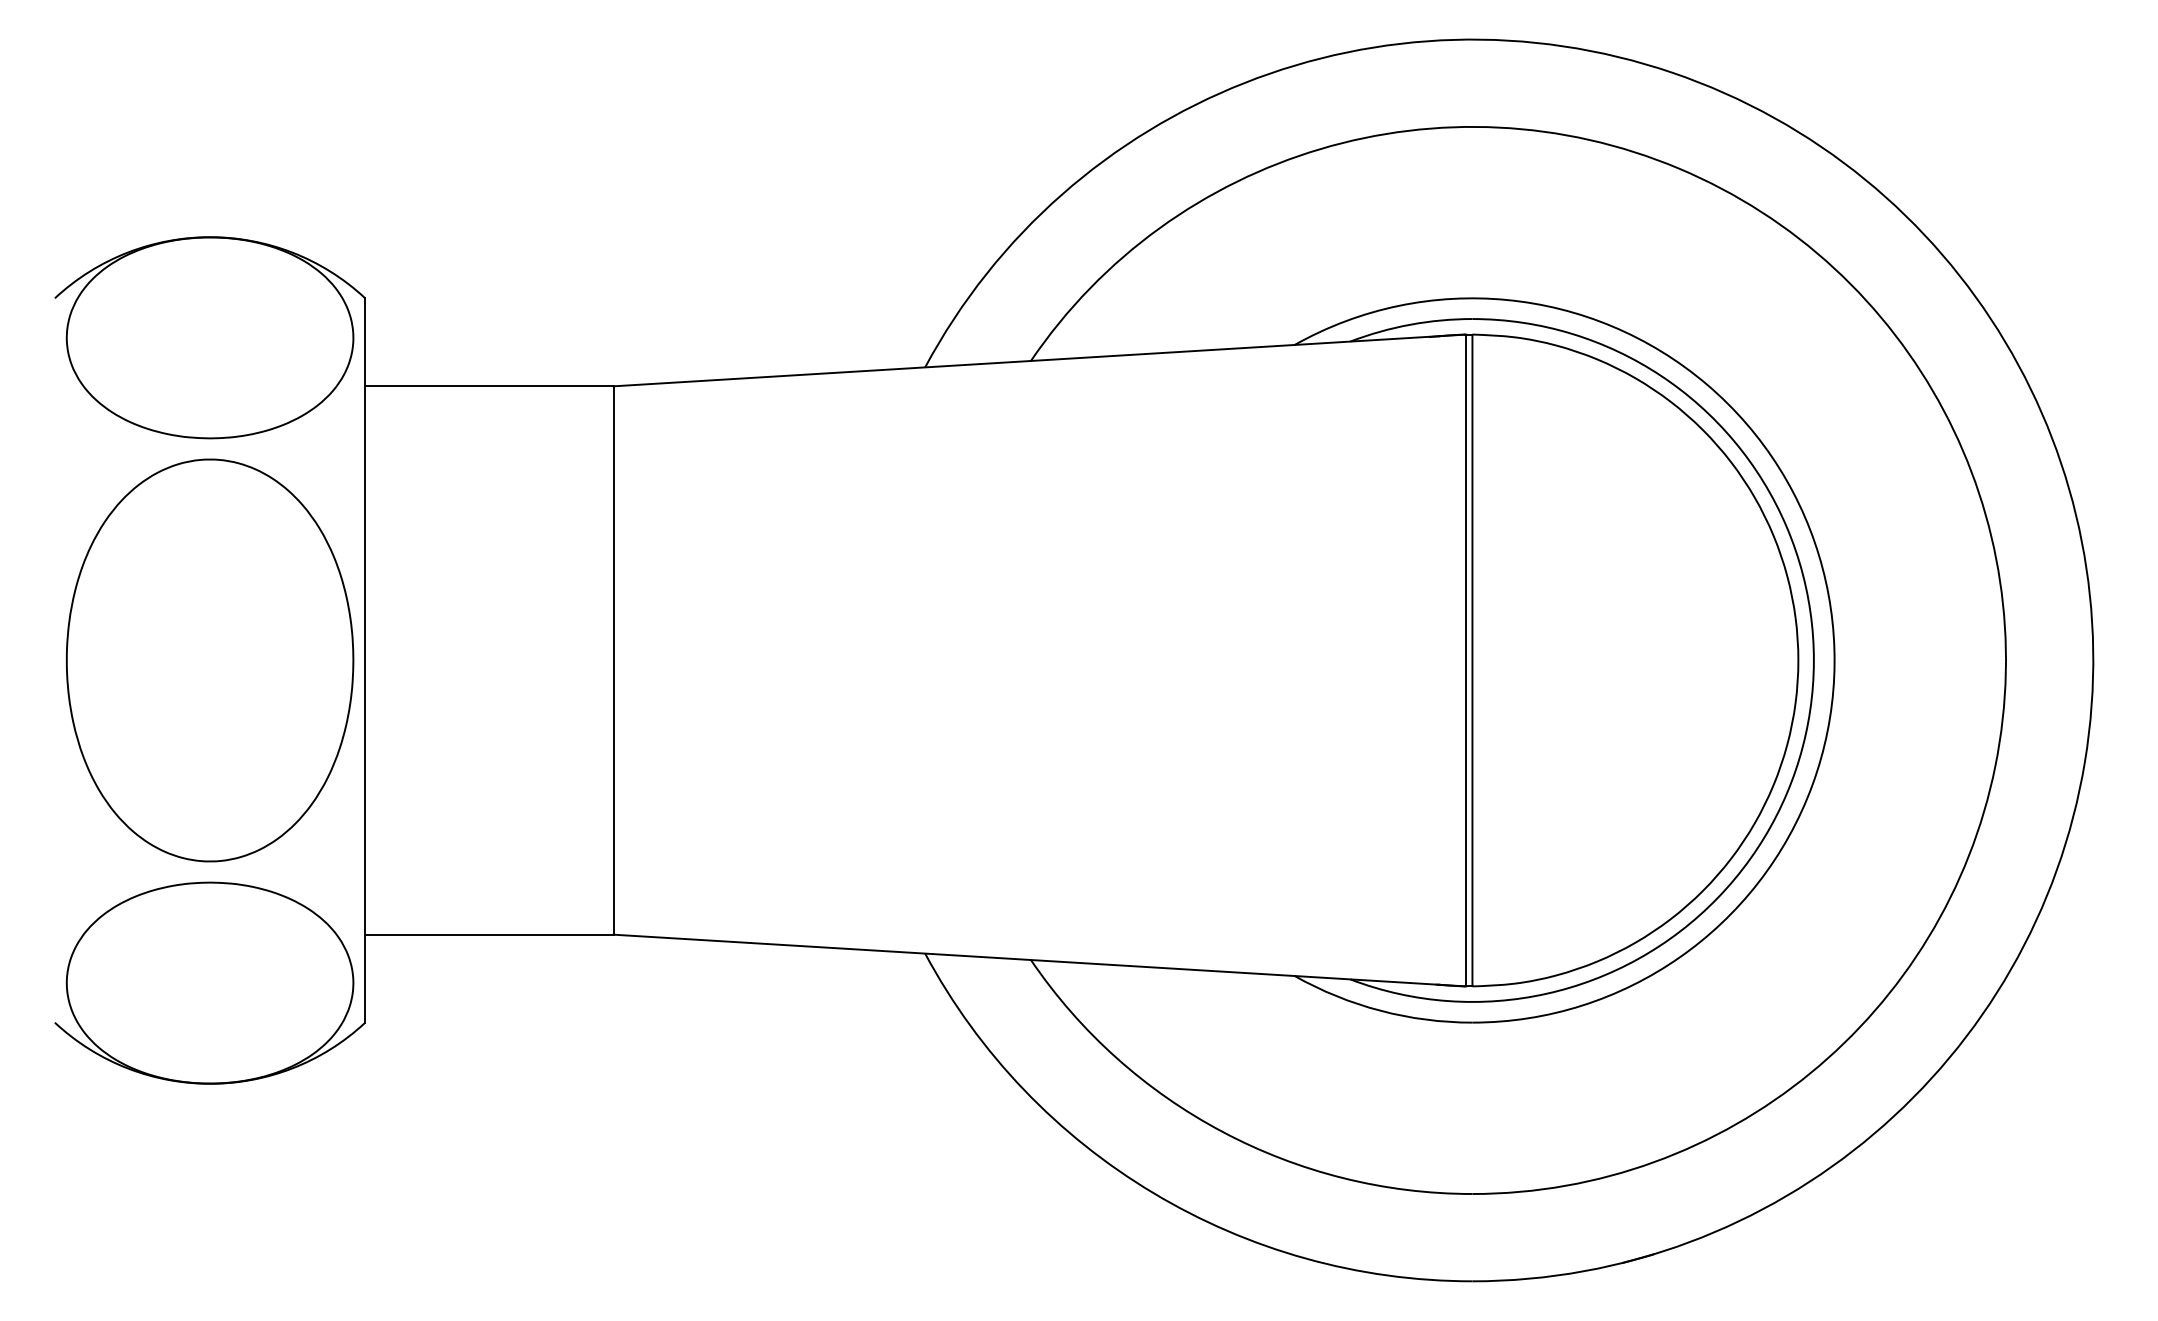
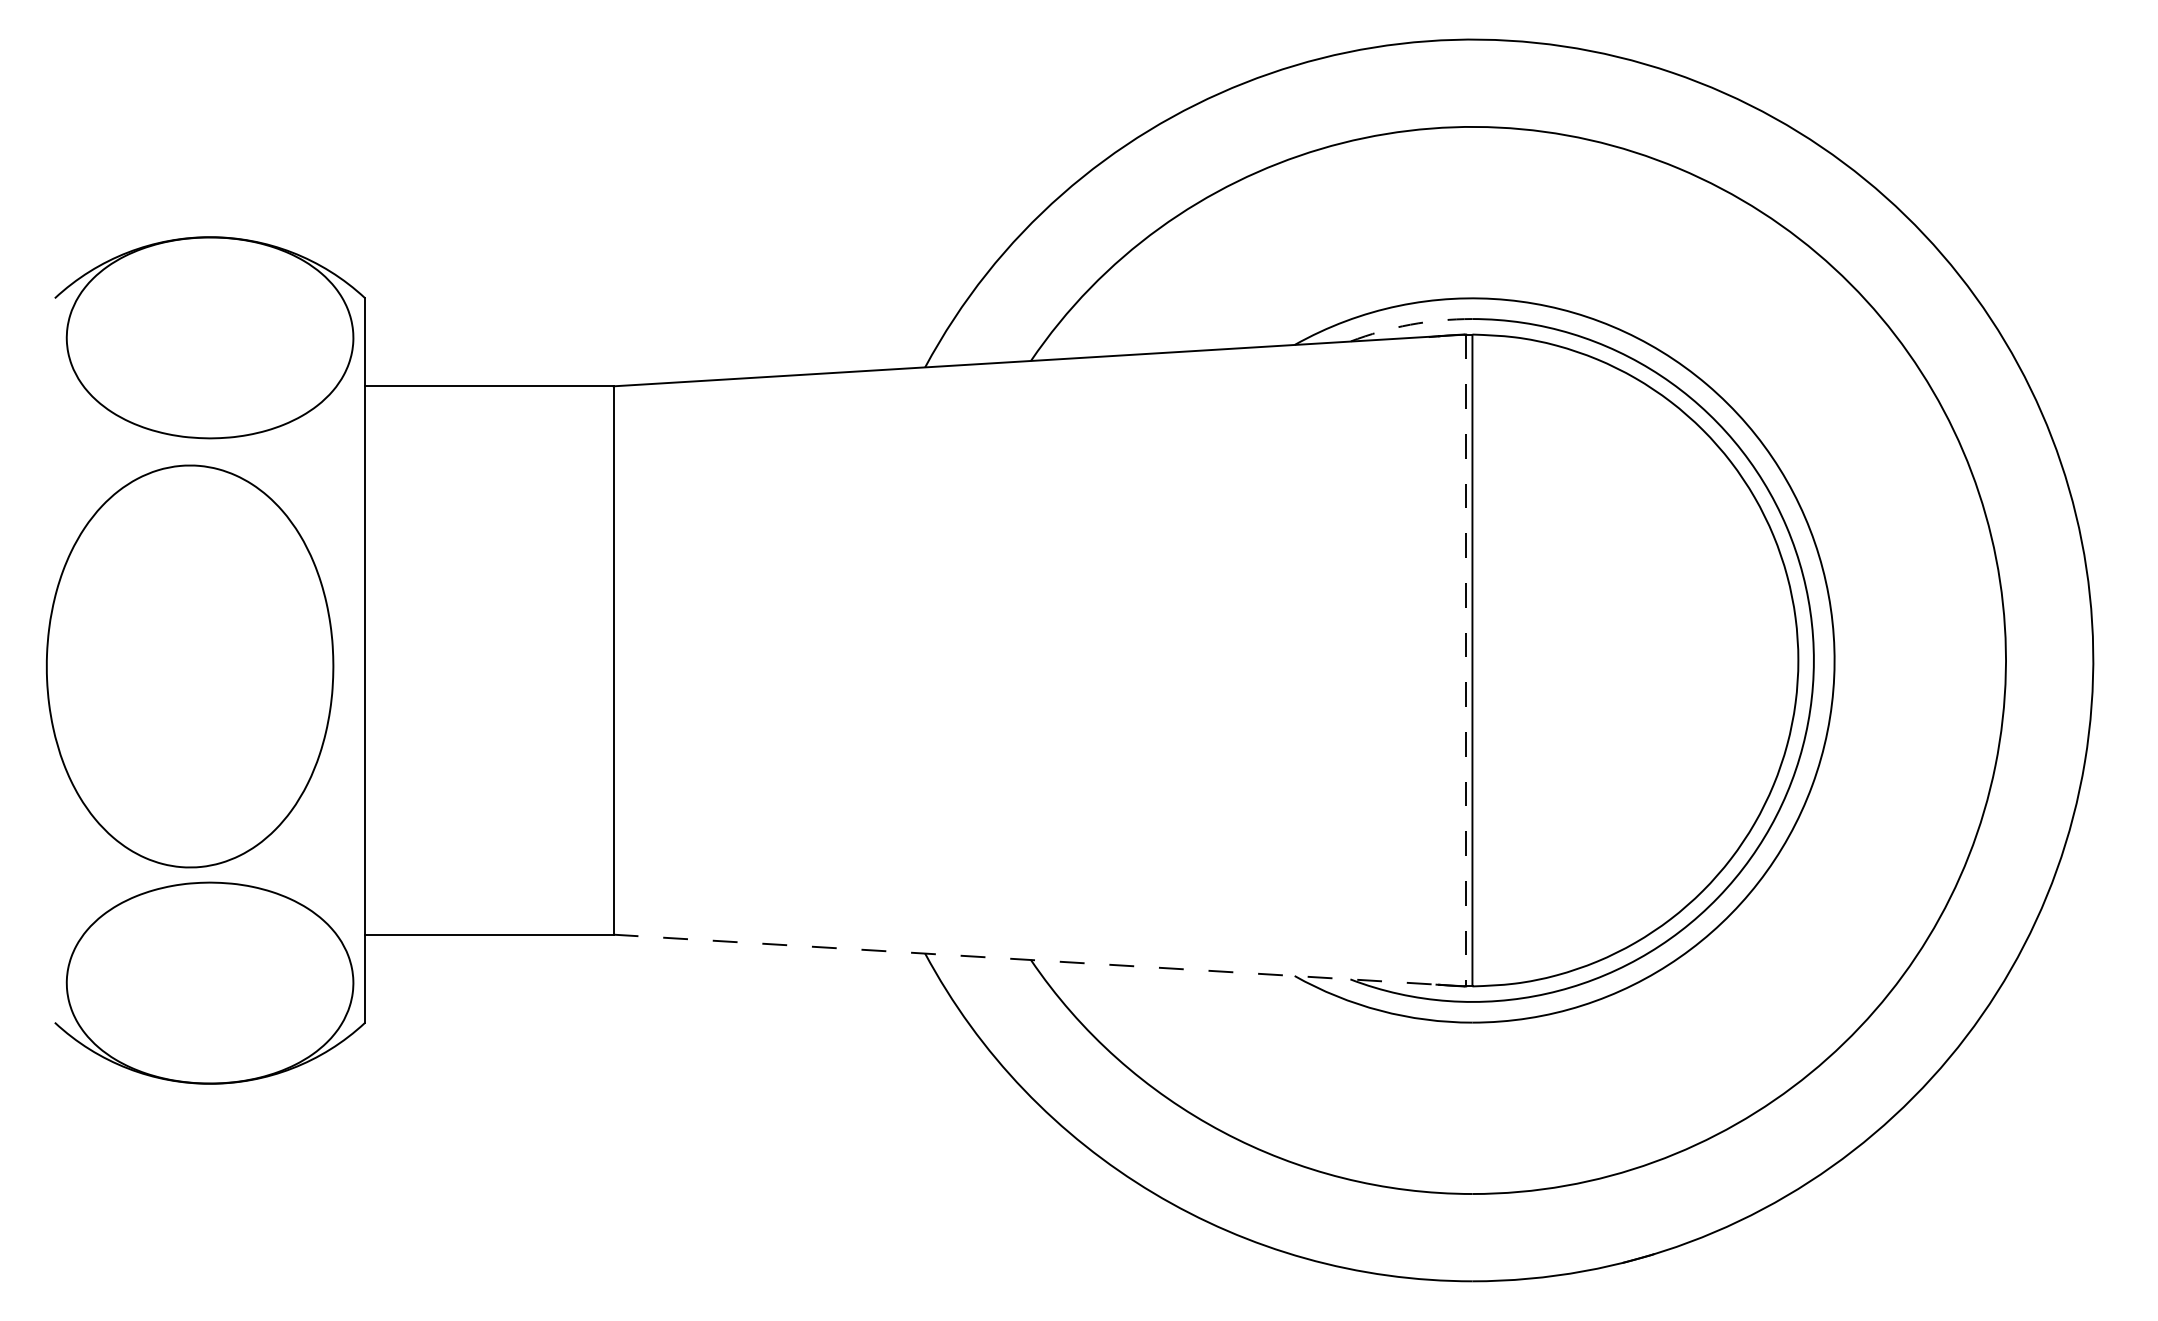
arc at (1410, 324): solid -> dashed
part at (209, 660) position: (209, 660) -> (189, 666)
line at (1466, 660): solid -> dashed
line at (1026, 959): solid -> dashed
